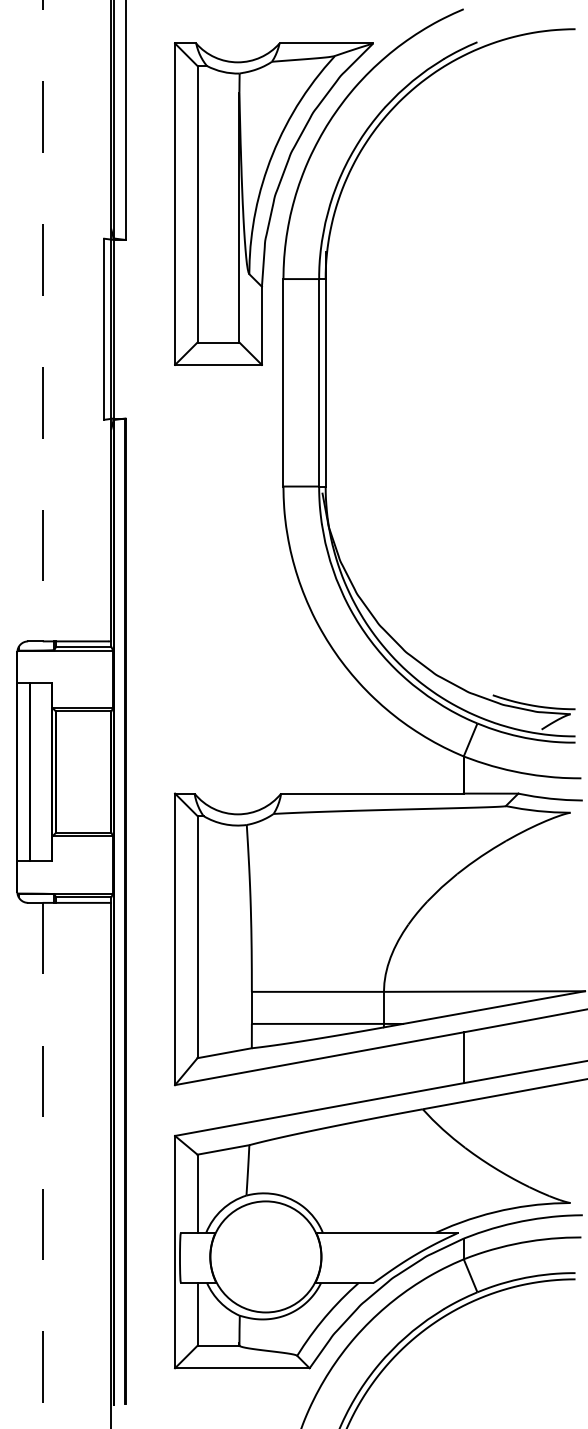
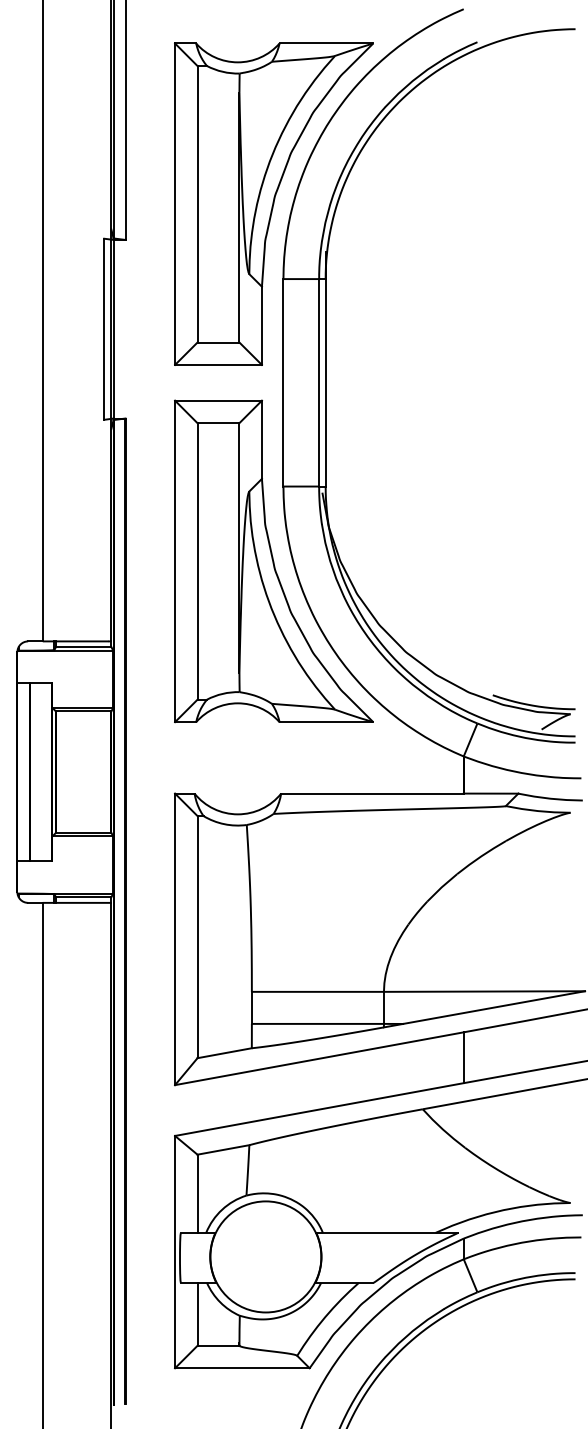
line at (42, 321): dashed -> solid
part at (273, 561): none -> present
line at (42, 1165): dashed -> solid
